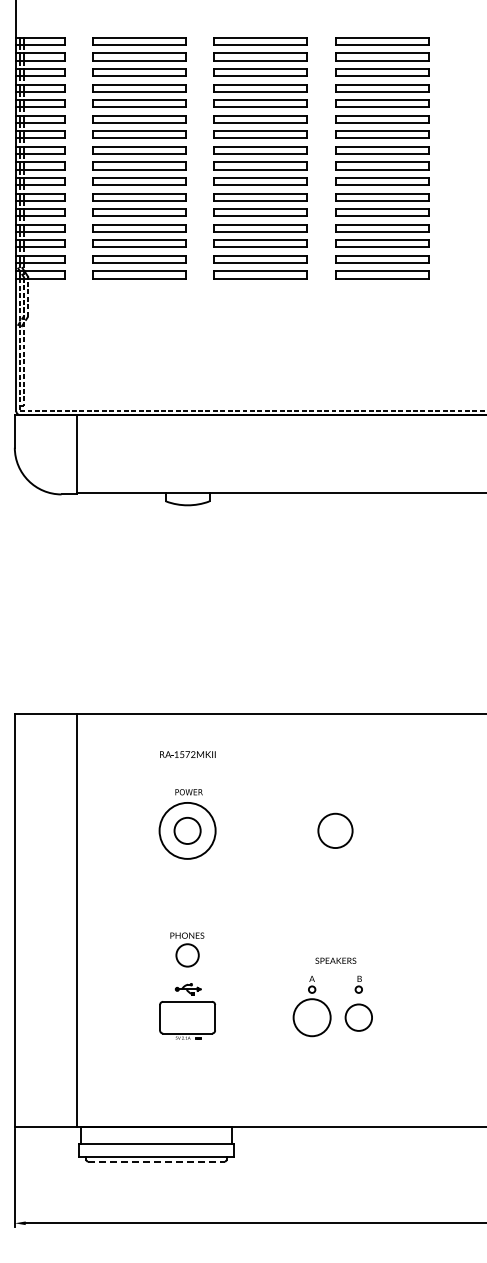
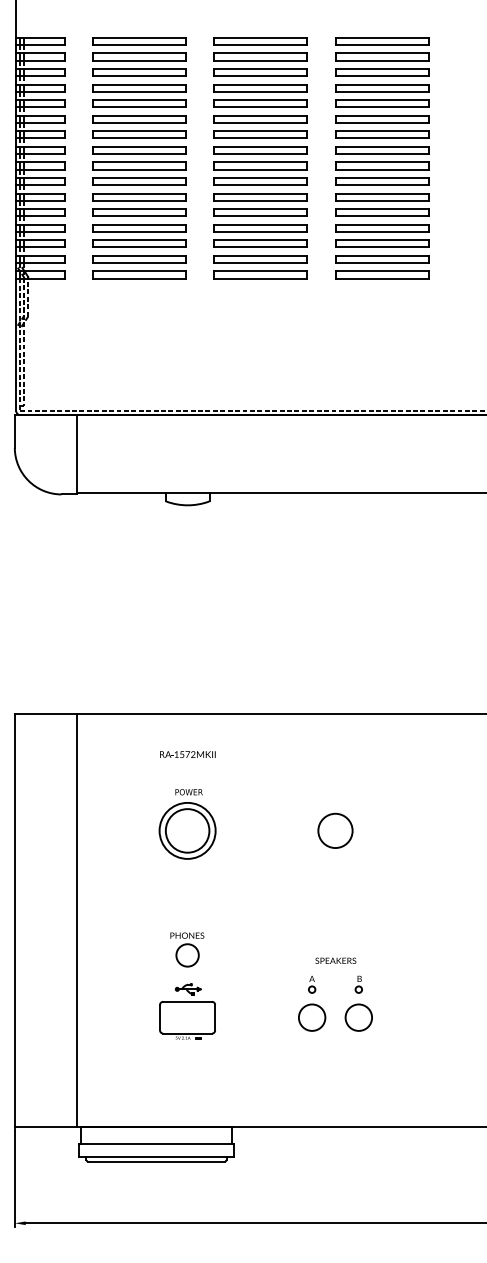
circle at (187, 830) diameter: 26 px -> 44 px
circle at (311, 1017) diameter: 37 px -> 26 px
line at (156, 1161): dashed -> solid
